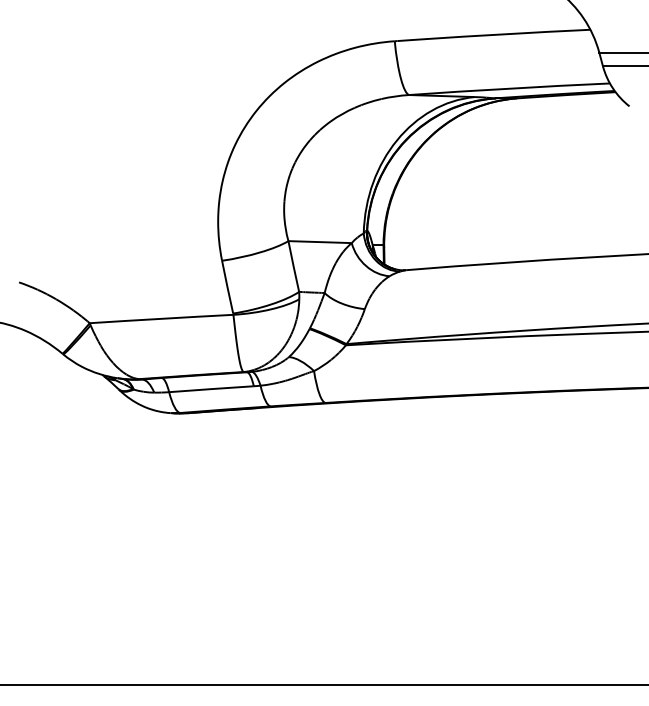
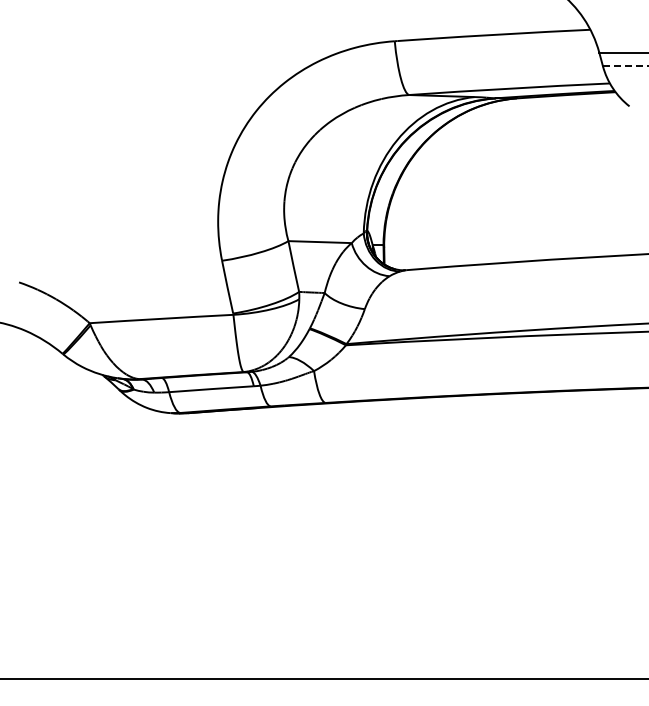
line at (625, 66): solid -> dashed
line at (323, 684) position: (323, 684) -> (323, 678)
